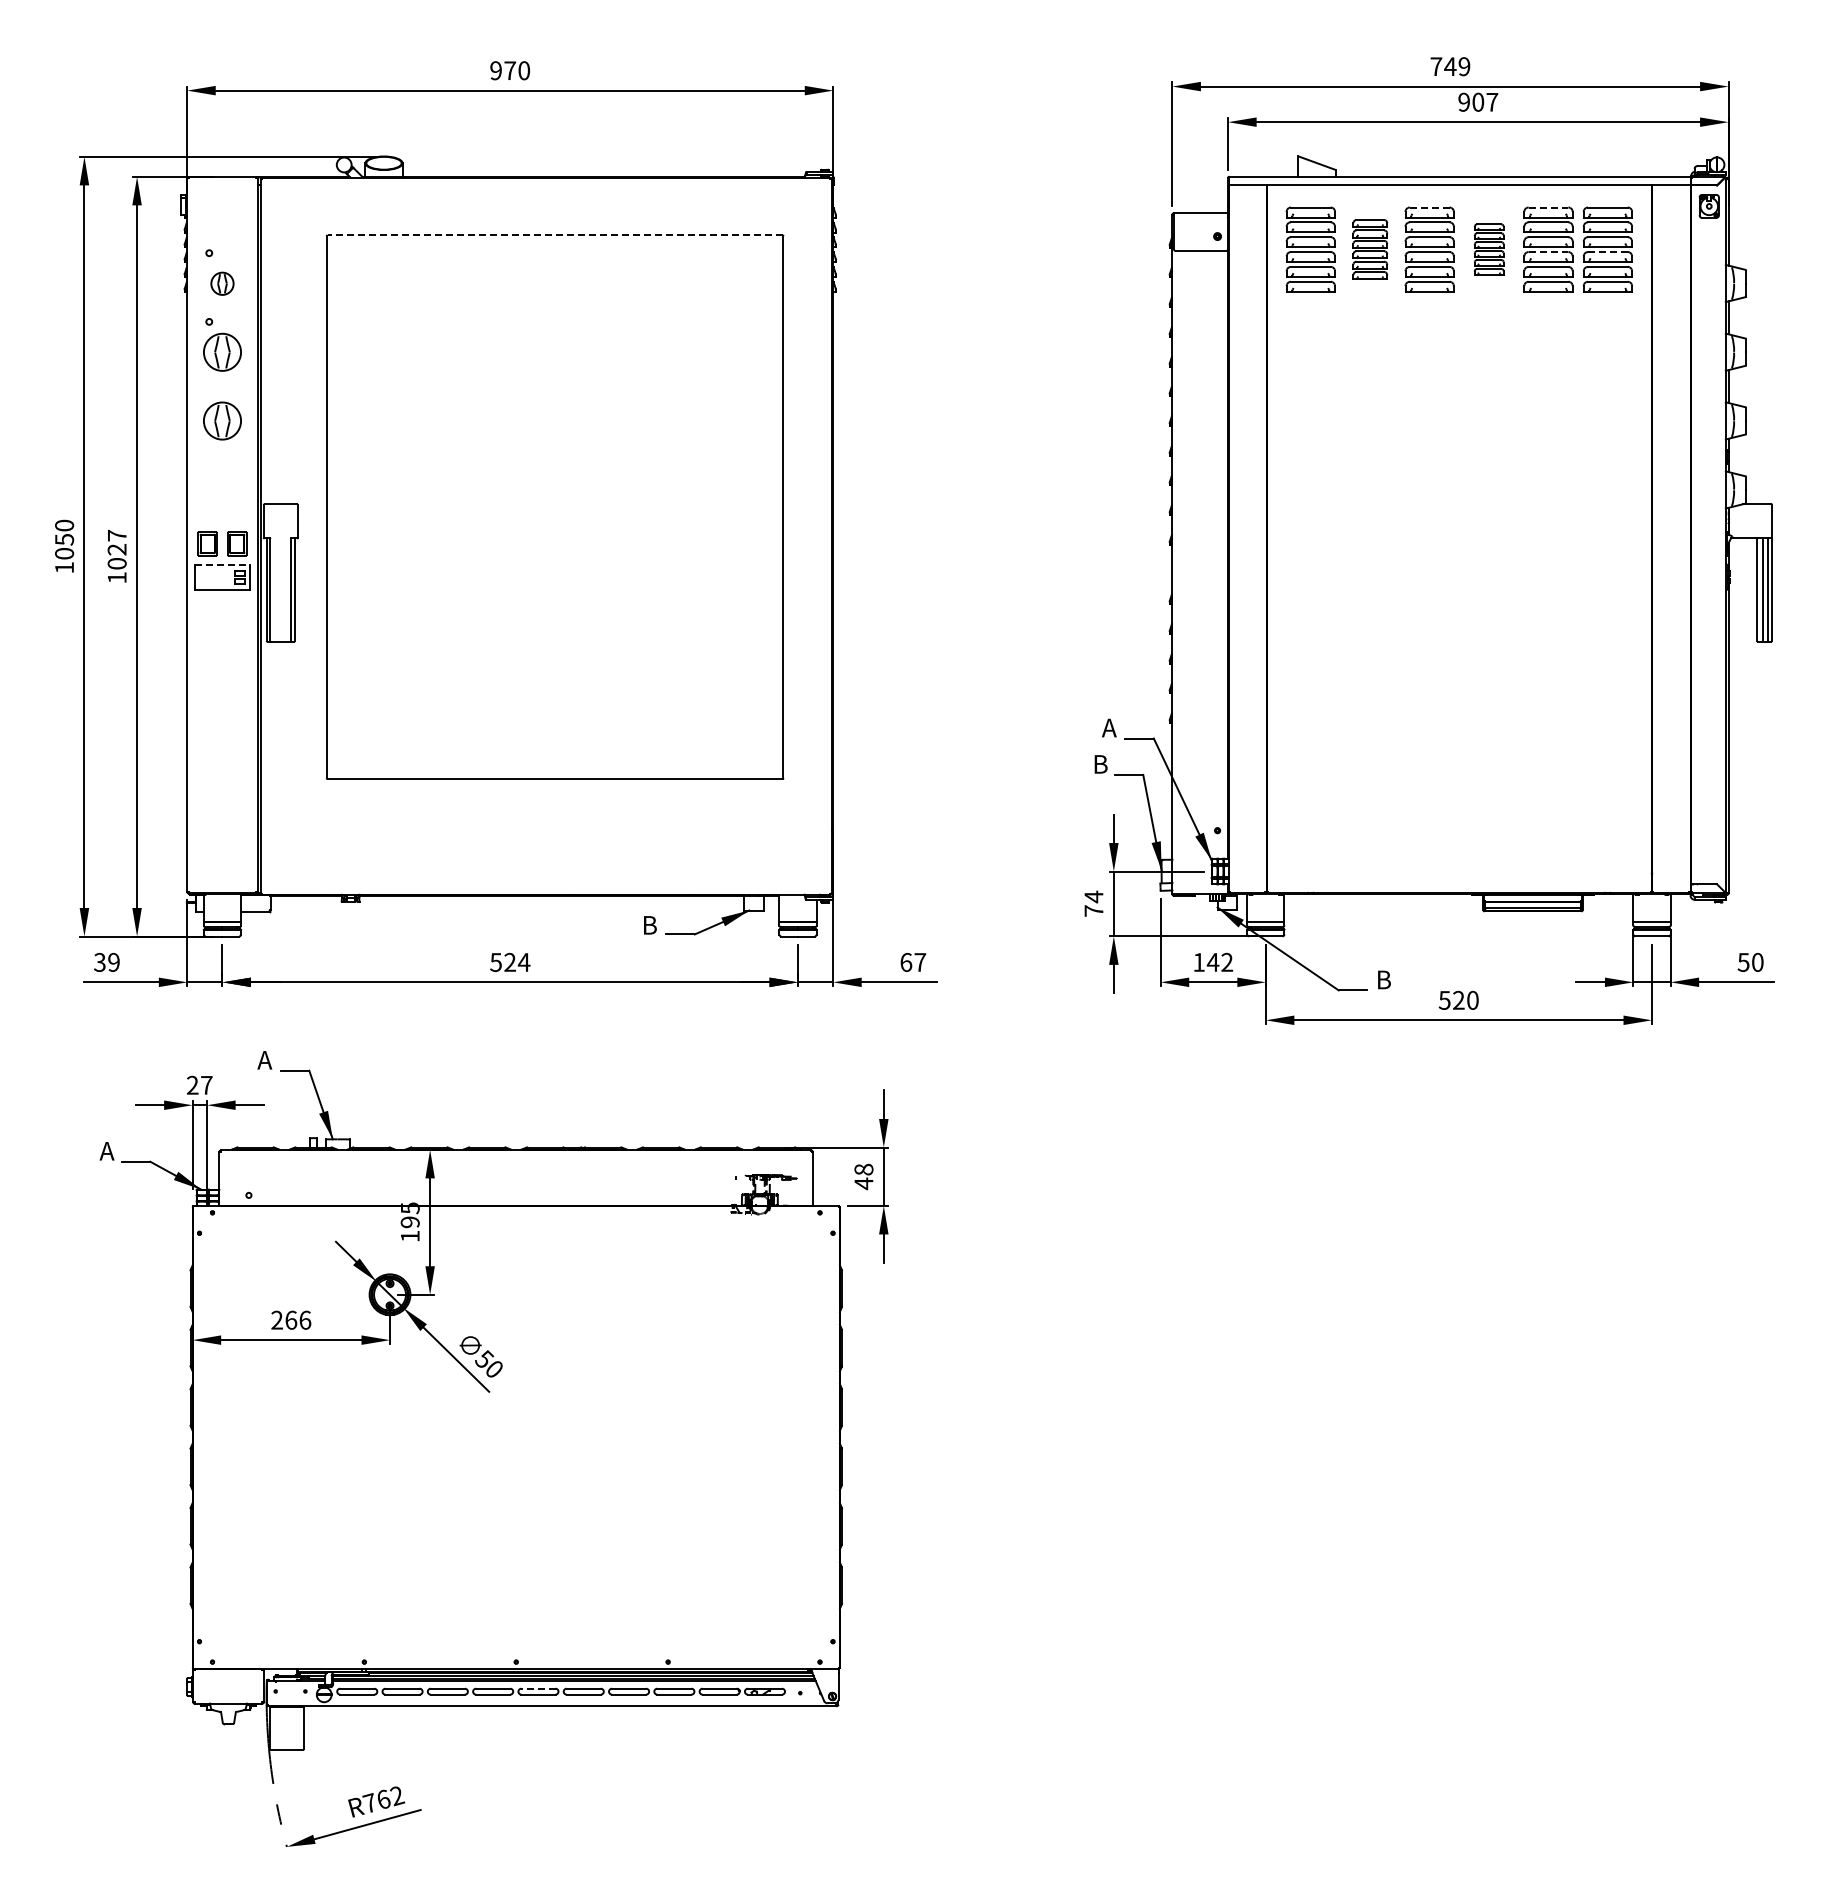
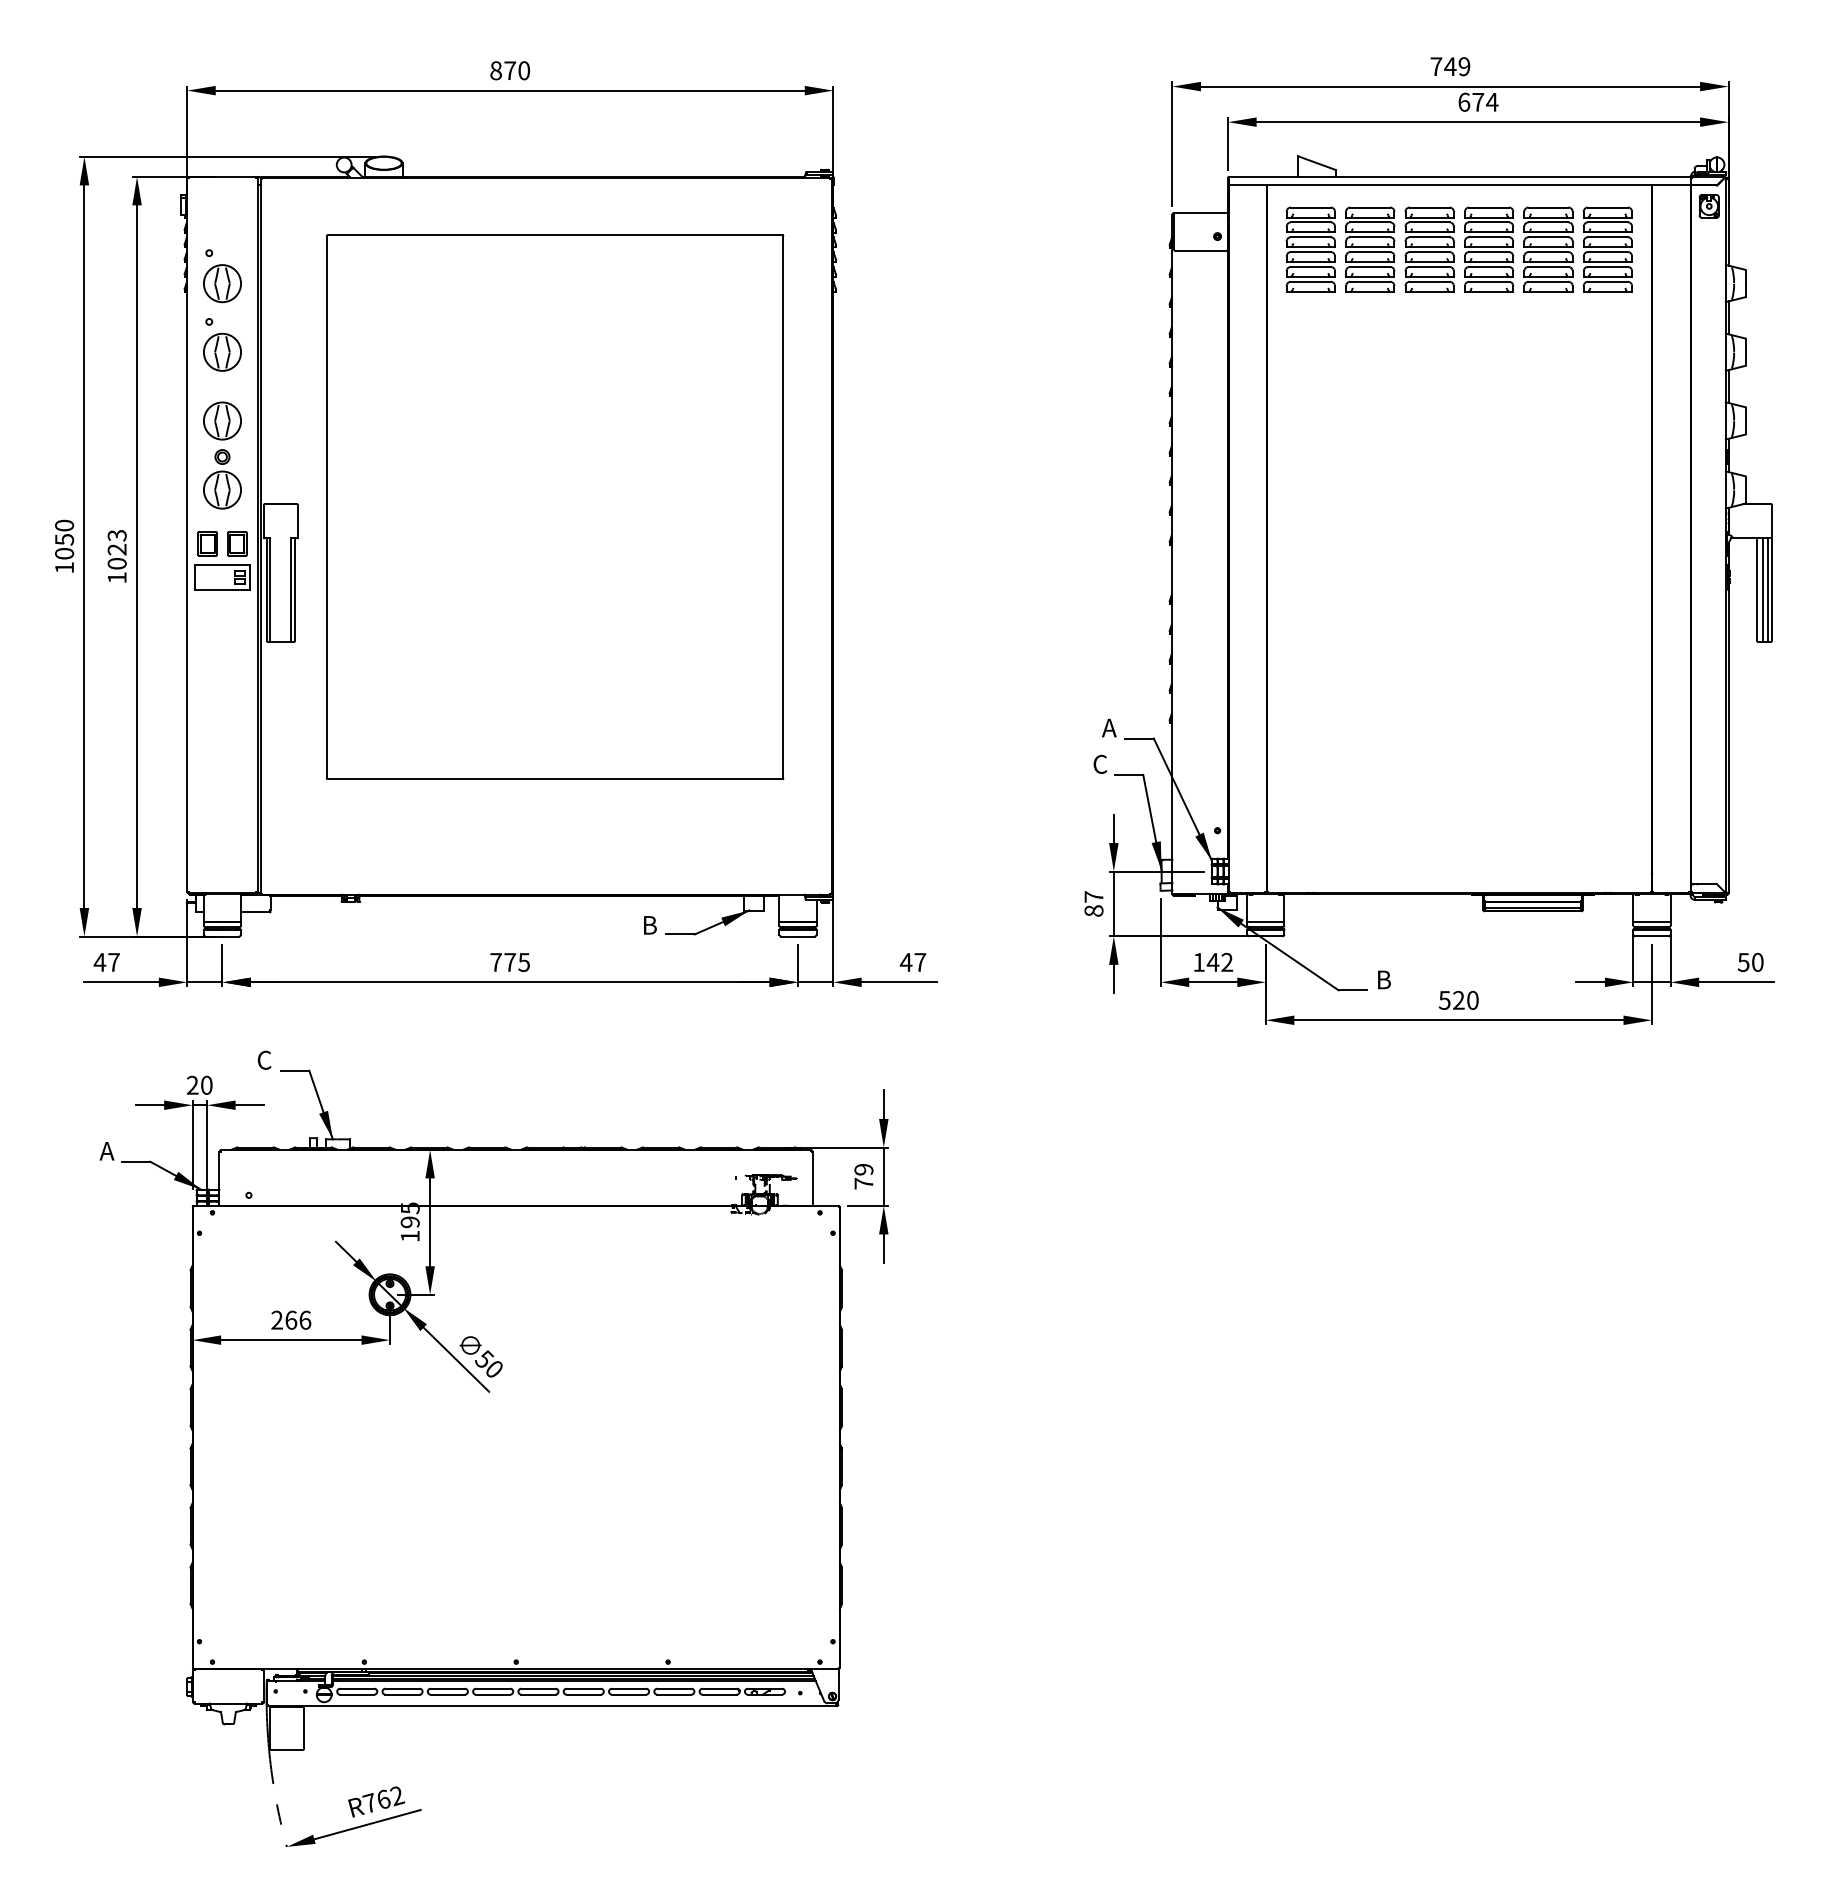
text at (495, 70): 970 -> 870
text at (1478, 101): 907 -> 674
line at (1429, 207): dashed -> solid
line at (1548, 207): dashed -> solid
line at (555, 235): dashed -> solid
part at (1370, 249) size: 37x61 px -> 51x87 px
part at (1488, 249) size: 32x53 px -> 51x87 px
line at (1548, 252): dashed -> solid
line at (1607, 252): dashed -> solid
part at (222, 283) size: 25x25 px -> 39x40 px
part at (222, 479): none -> present
text at (116, 535): 1027 -> 1023
line at (222, 564): dashed -> solid
text at (1100, 763): B -> C
text at (1093, 903): 74 -> 87
text at (106, 961): 39 -> 47
text at (510, 961): 524 -> 775
text at (905, 961): 67 -> 47
text at (264, 1059): A -> C
text at (206, 1084): 27 -> 20
text at (863, 1176): 48 -> 79
line at (537, 1688): dashed -> solid
